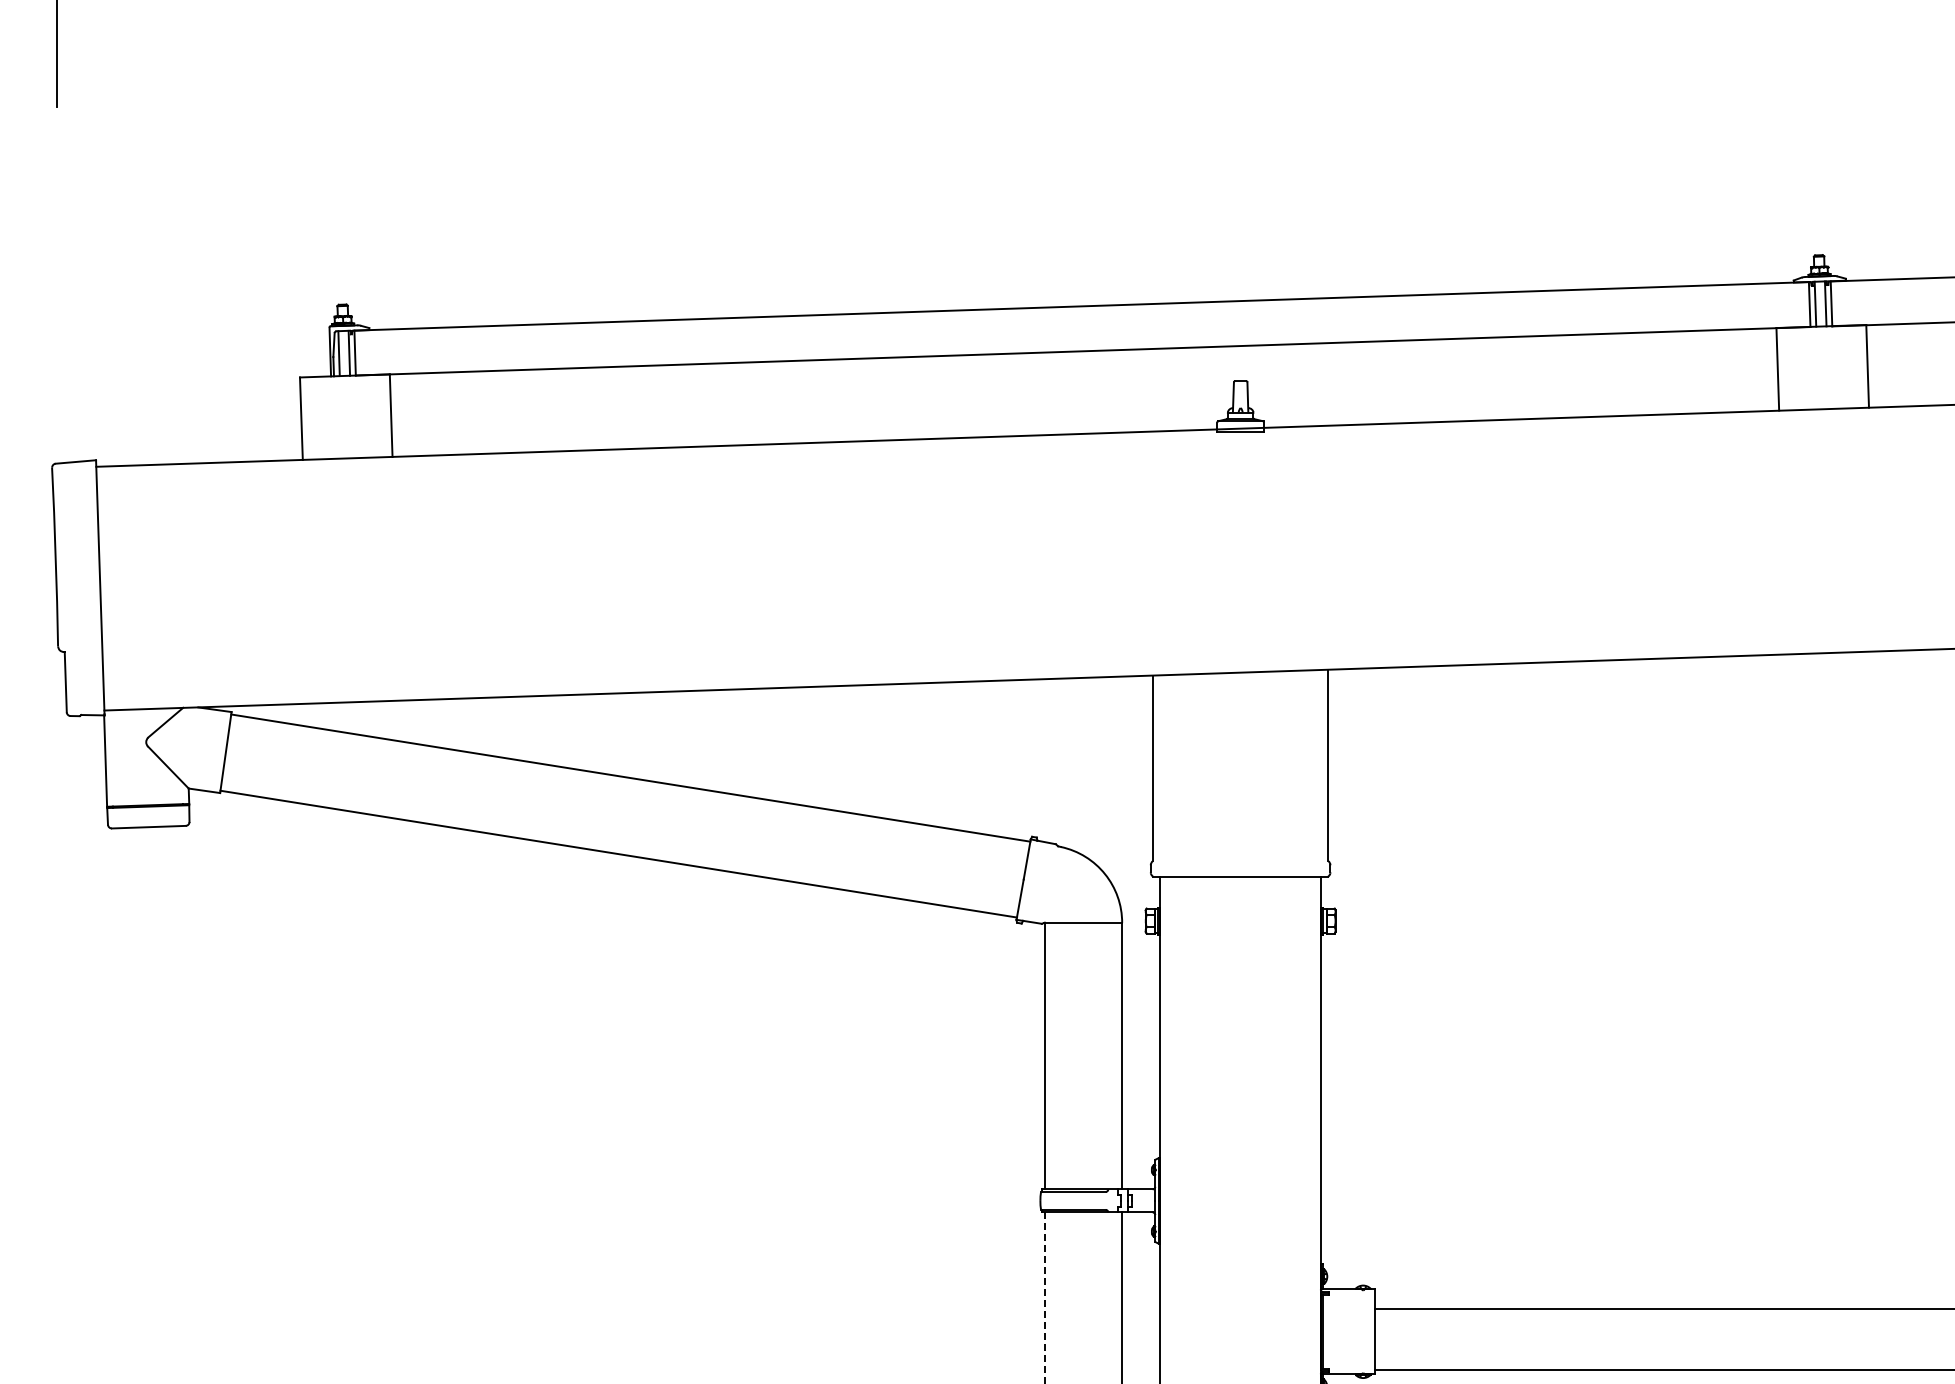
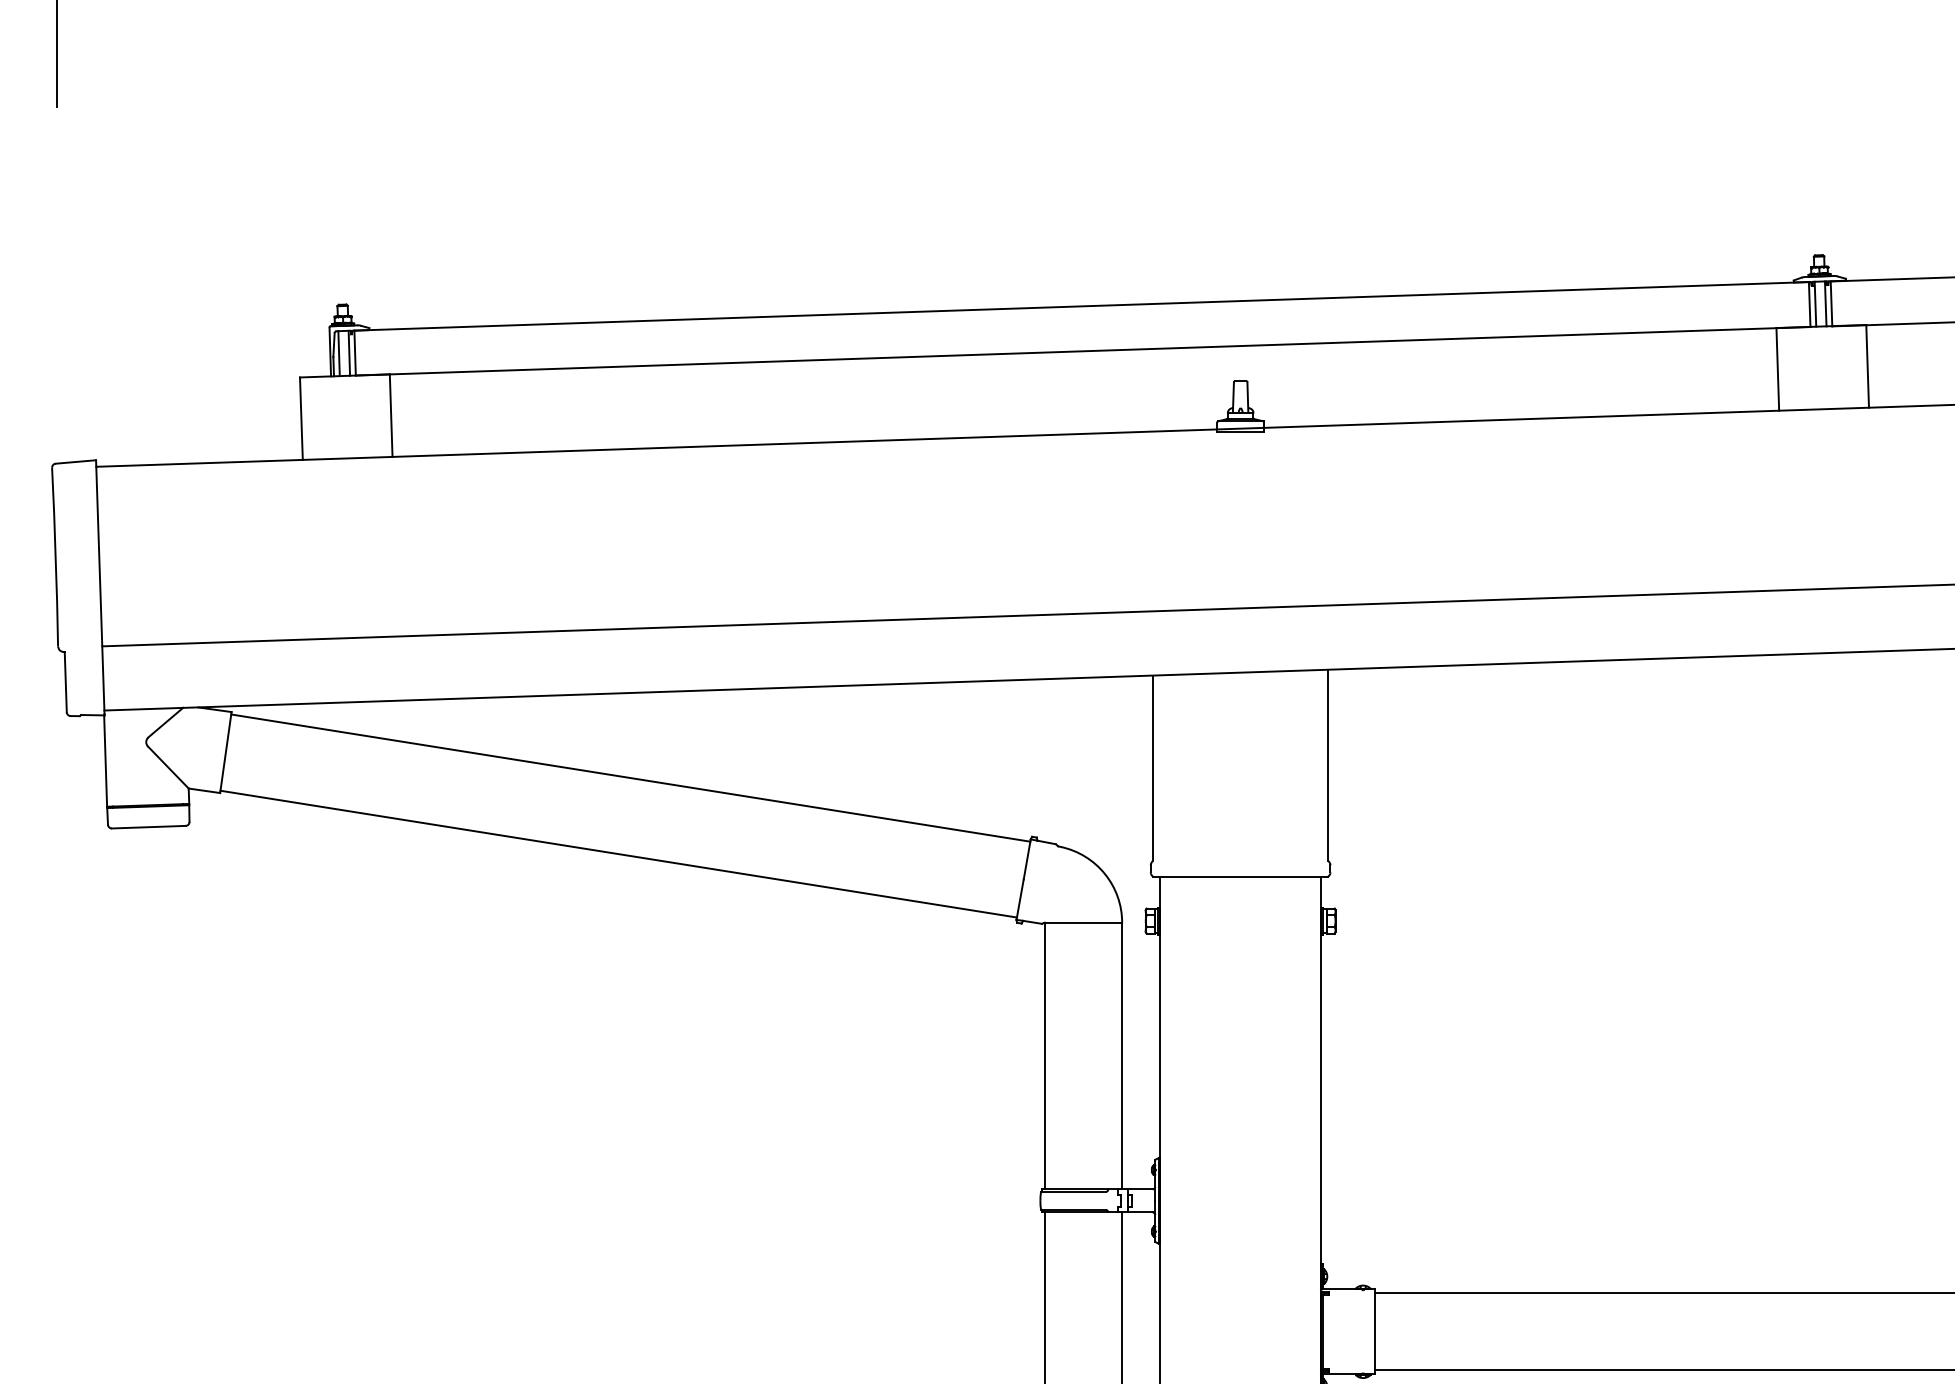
line at (1026, 615): none -> present
line at (1044, 1298): dashed -> solid
line at (1662, 1309) position: (1662, 1309) -> (1662, 1293)
